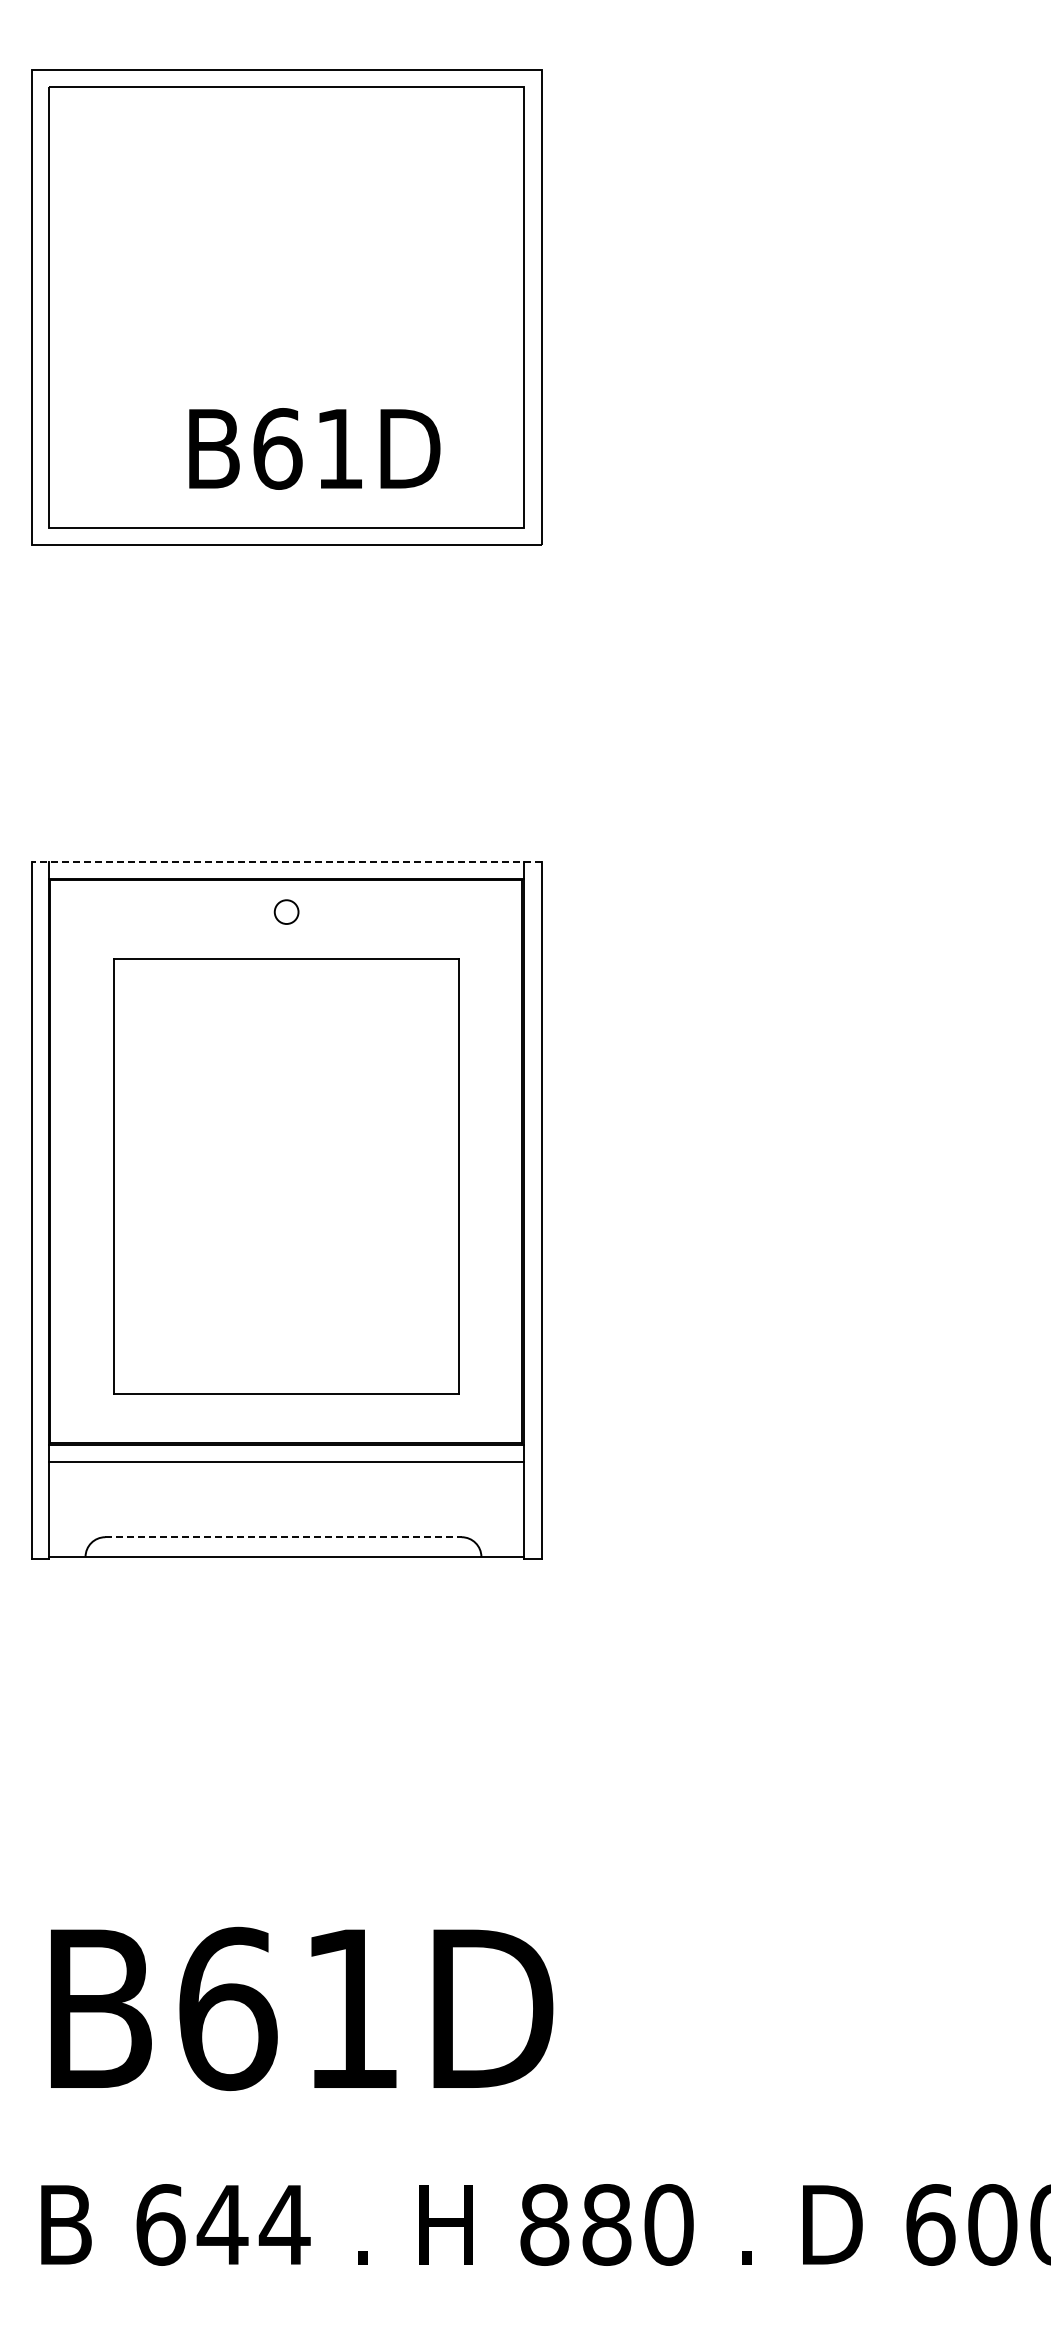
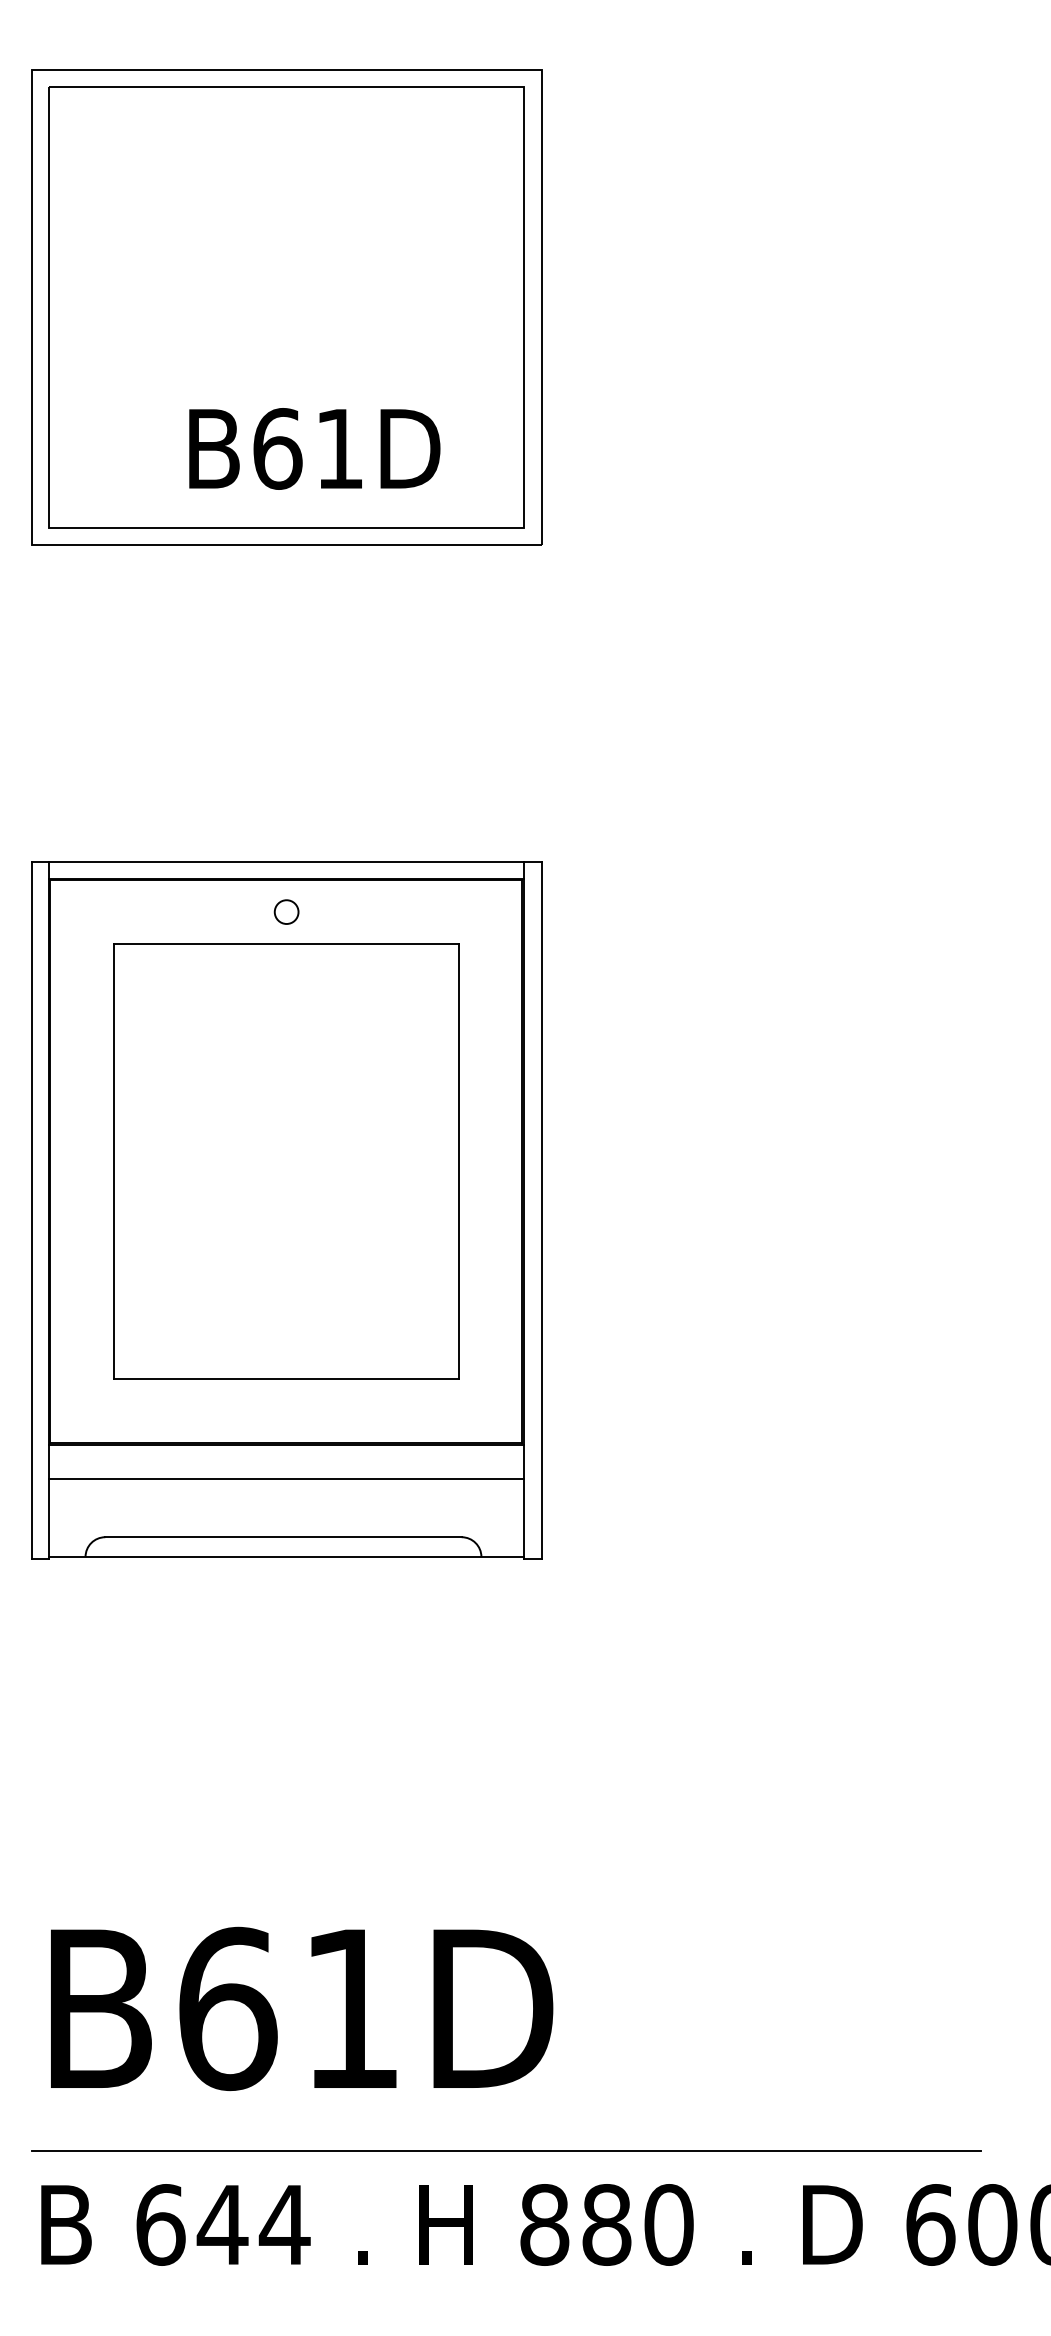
line at (286, 861): dashed -> solid
part at (286, 1176) position: (286, 1176) -> (286, 1161)
line at (286, 1462) position: (286, 1462) -> (286, 1479)
line at (283, 1537): dashed -> solid
line at (506, 2150): none -> present
